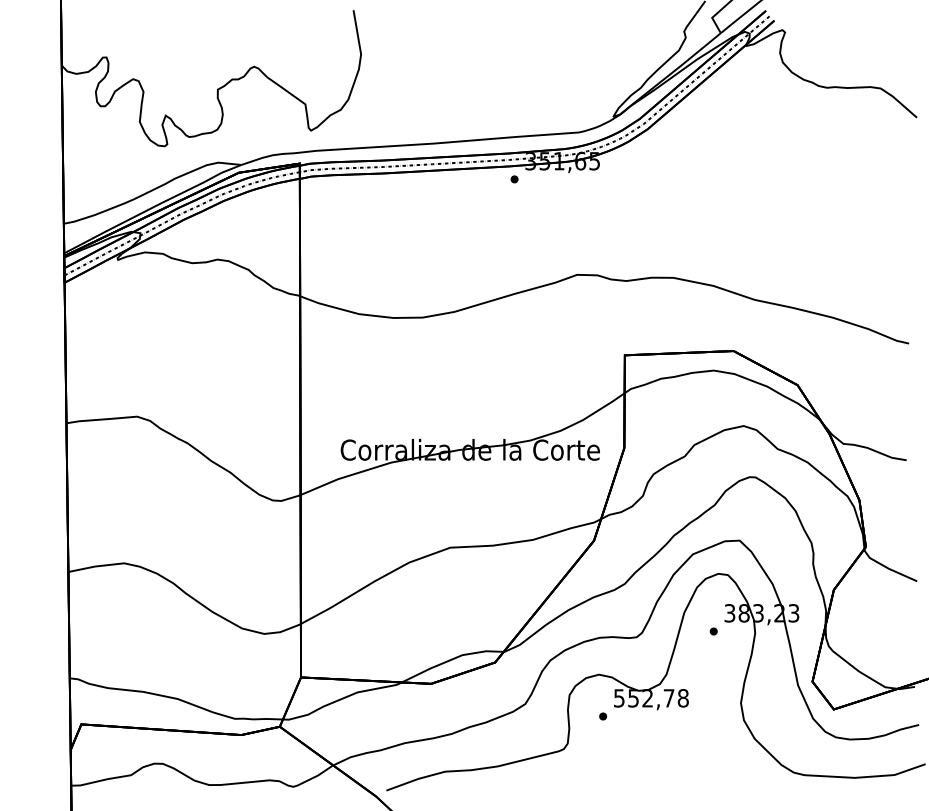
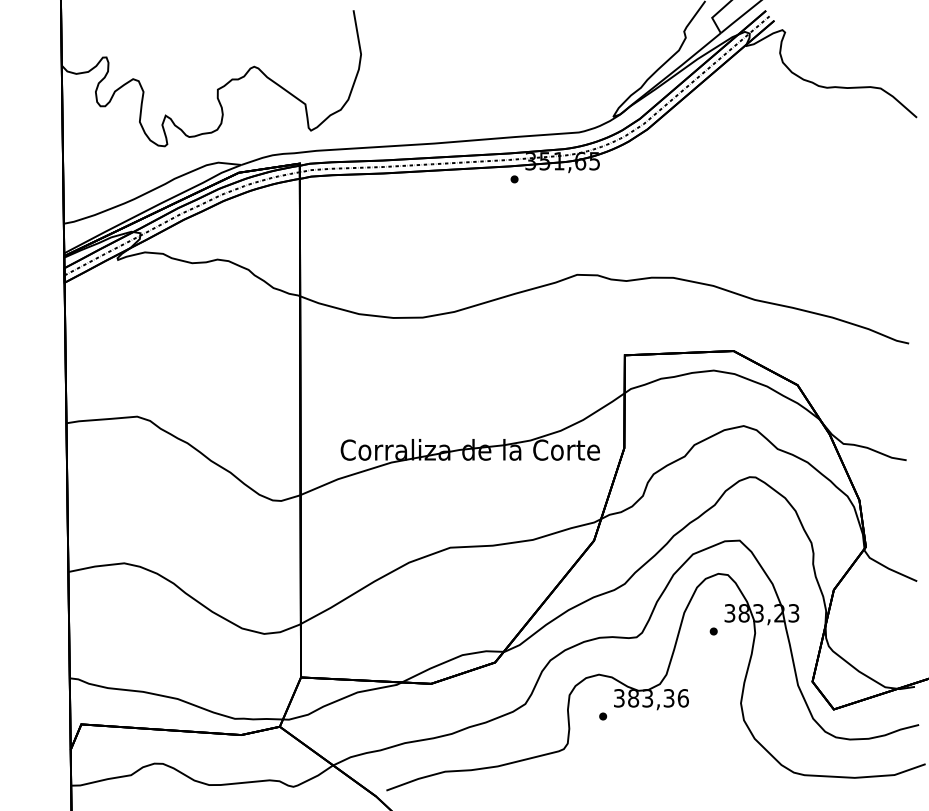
text at (651, 698): 552,78 -> 383,36
